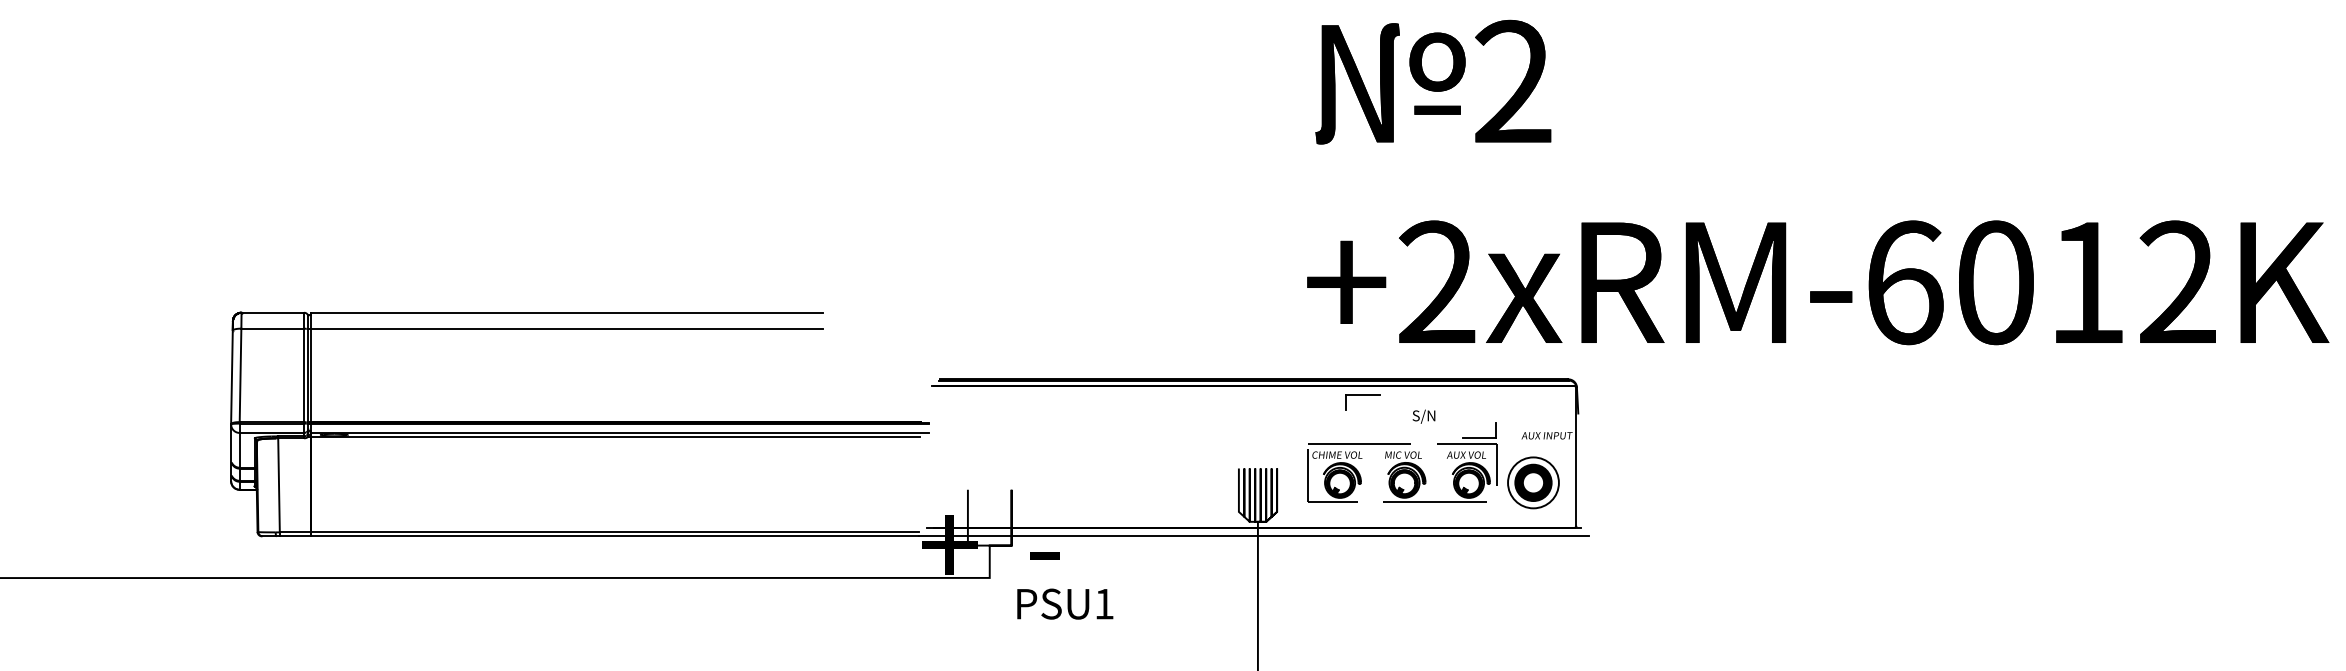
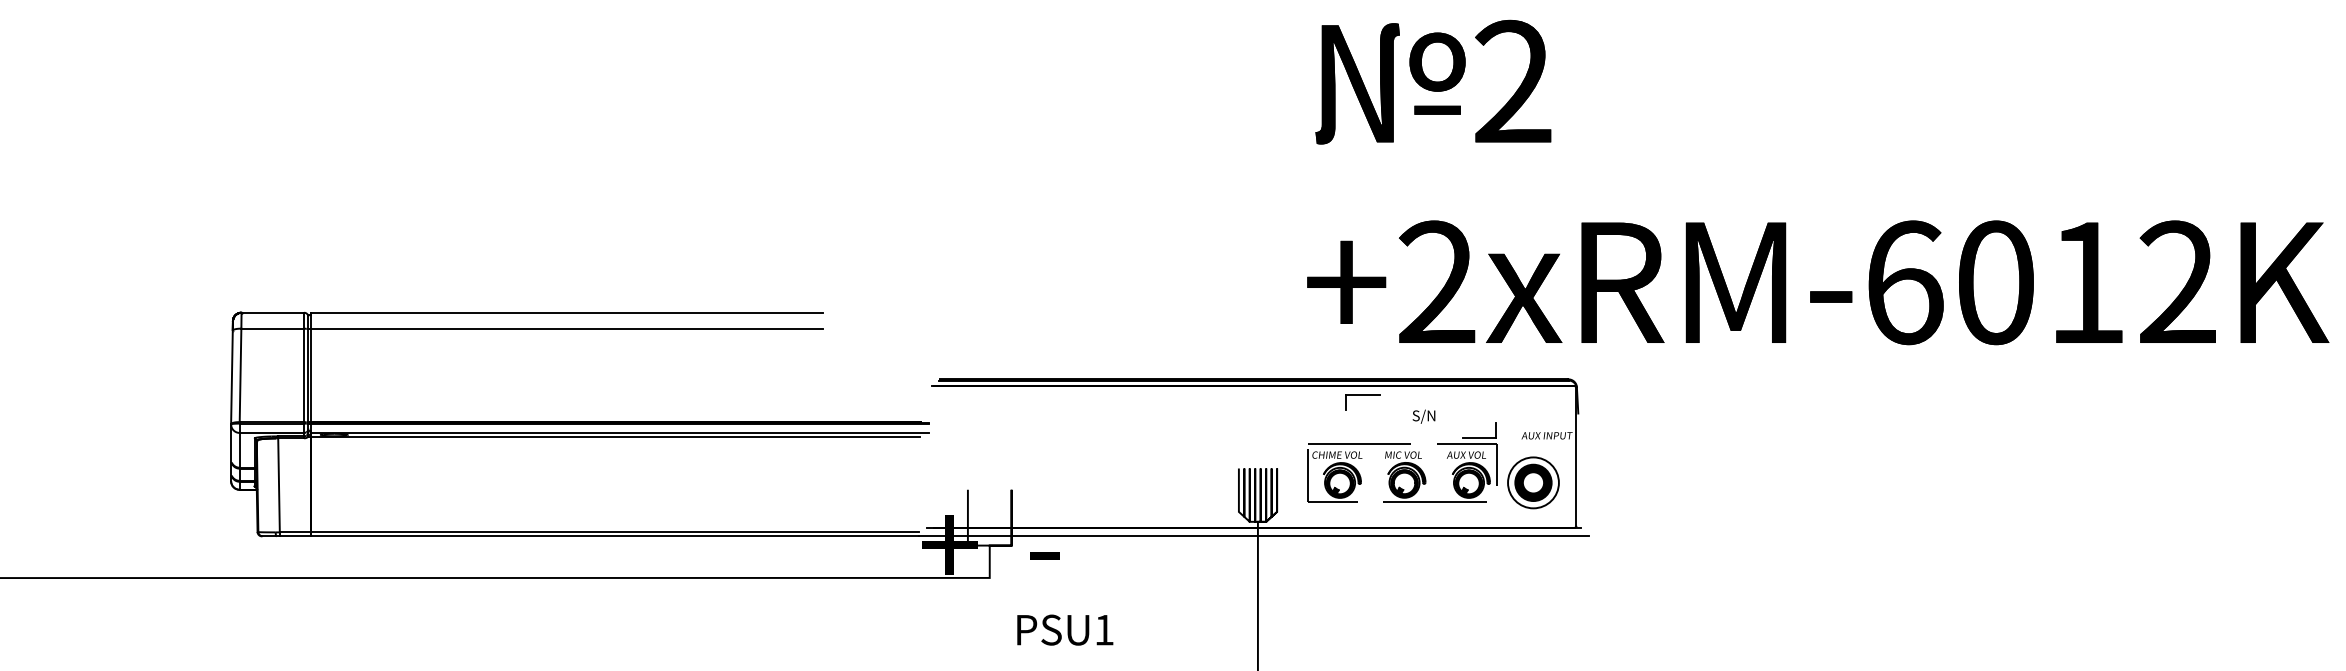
text at (1065, 603) position: (1065, 603) -> (1065, 629)
